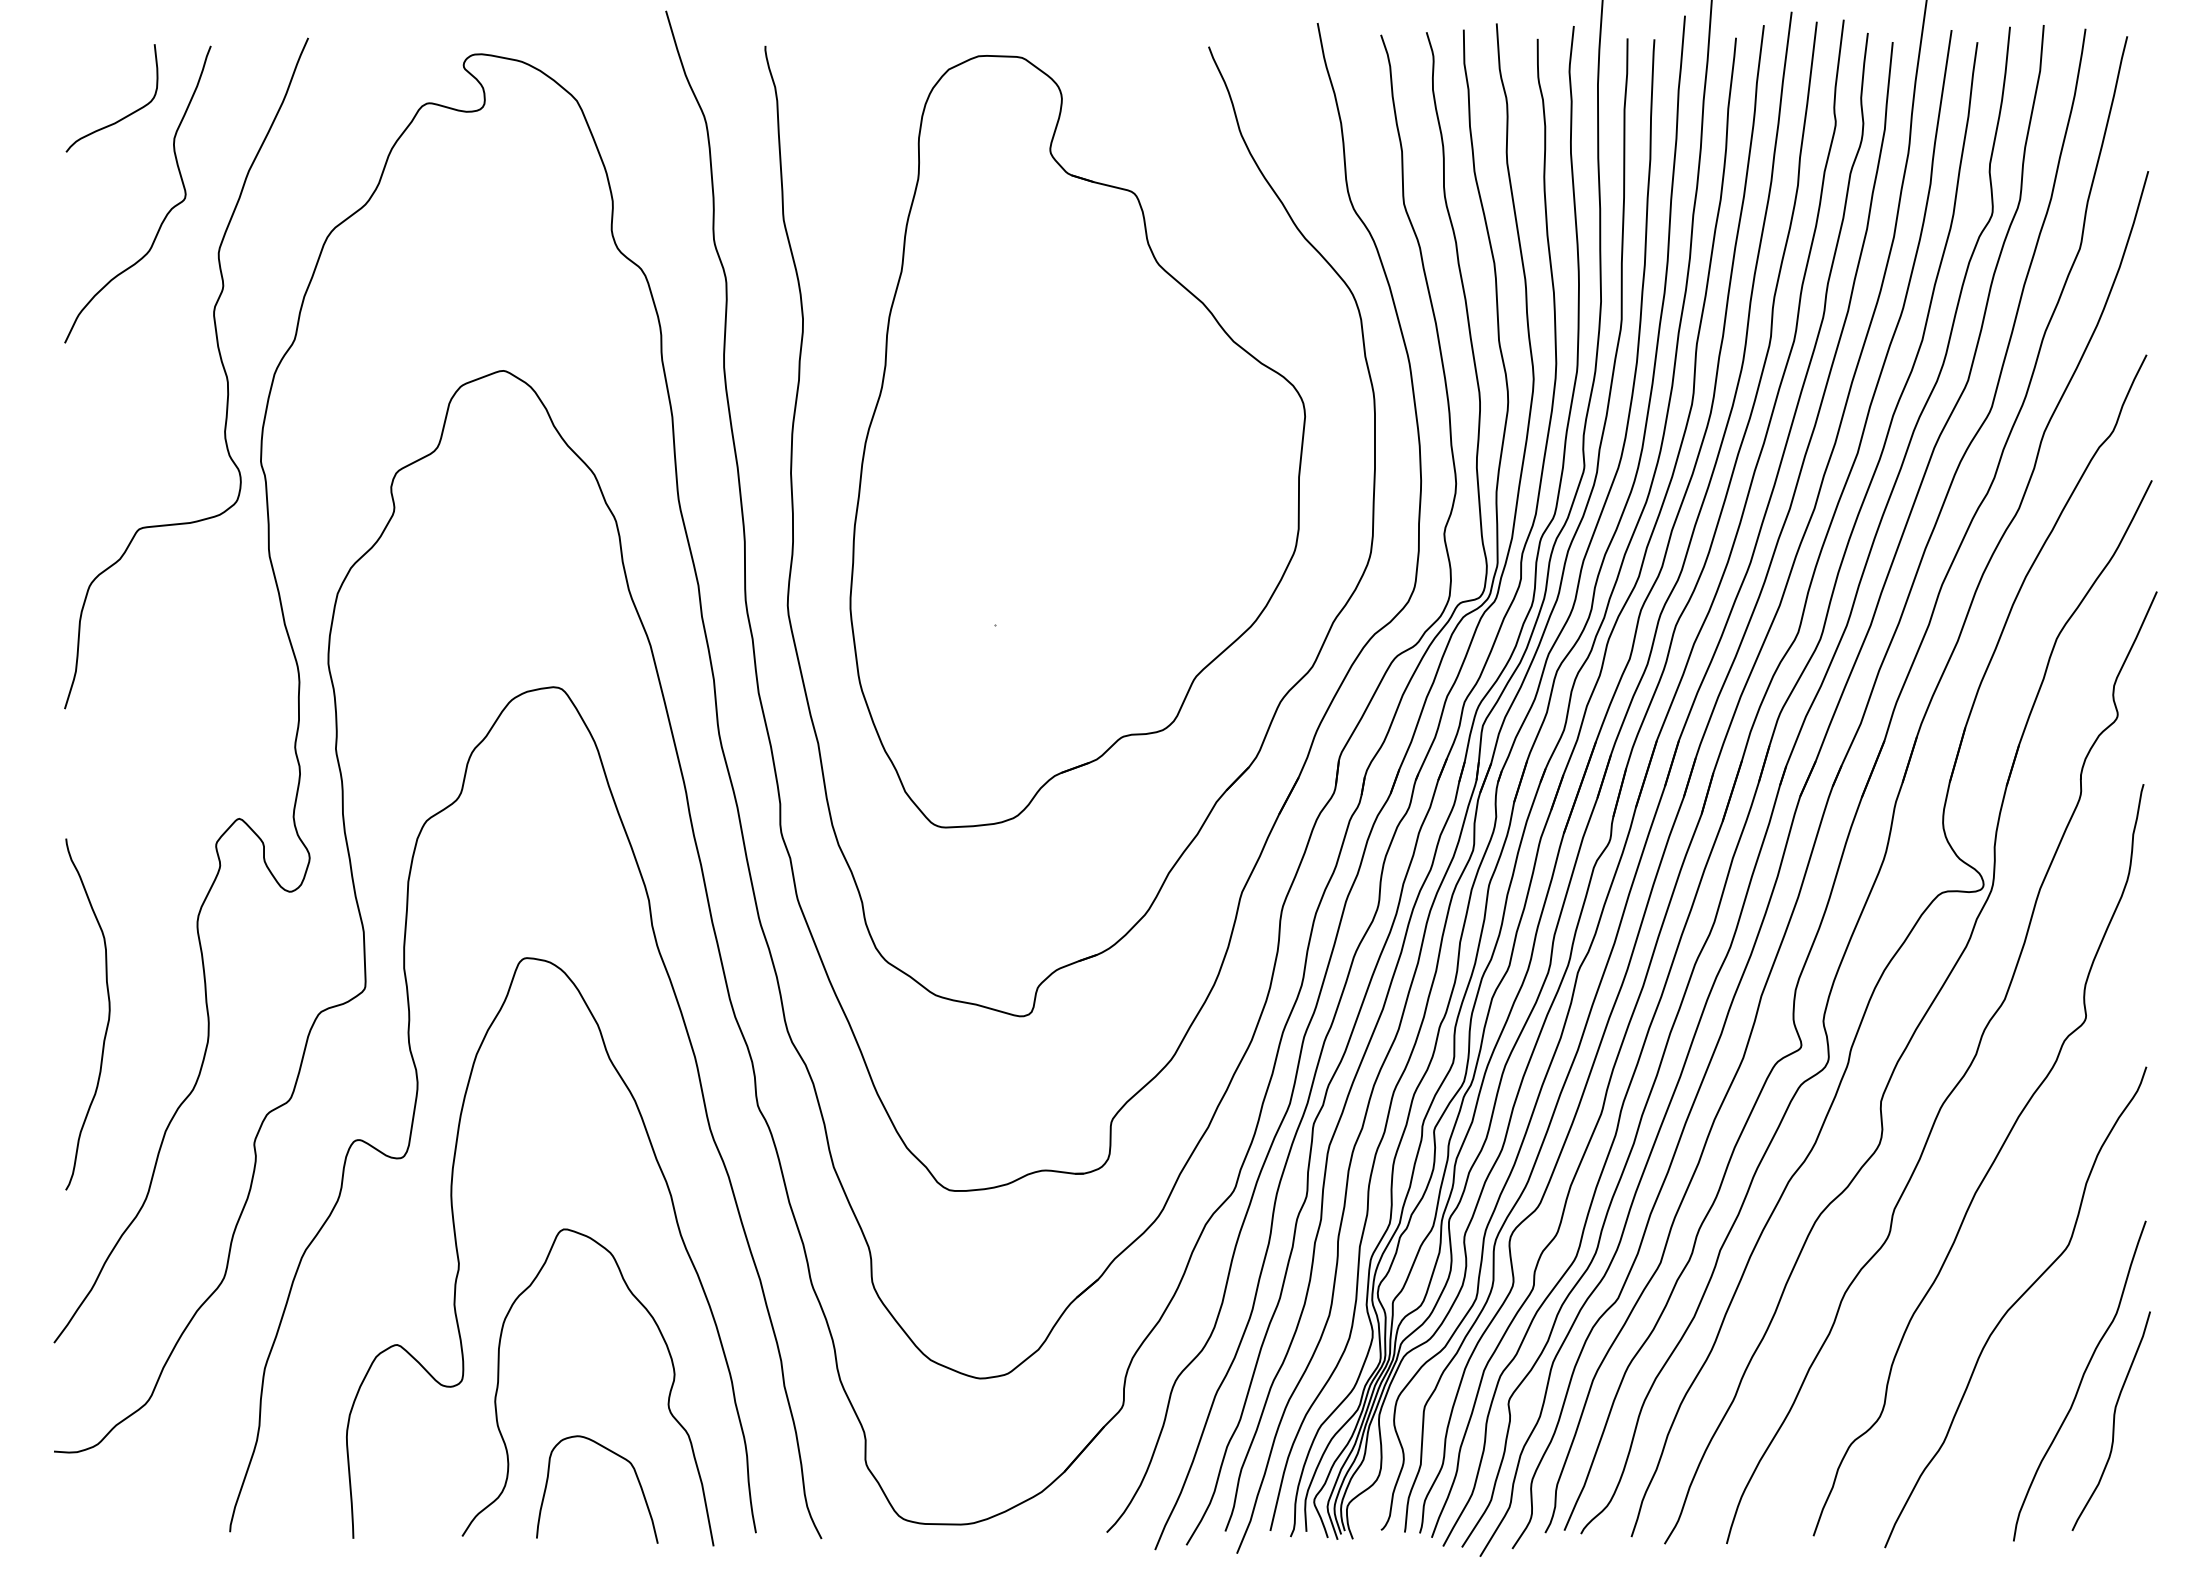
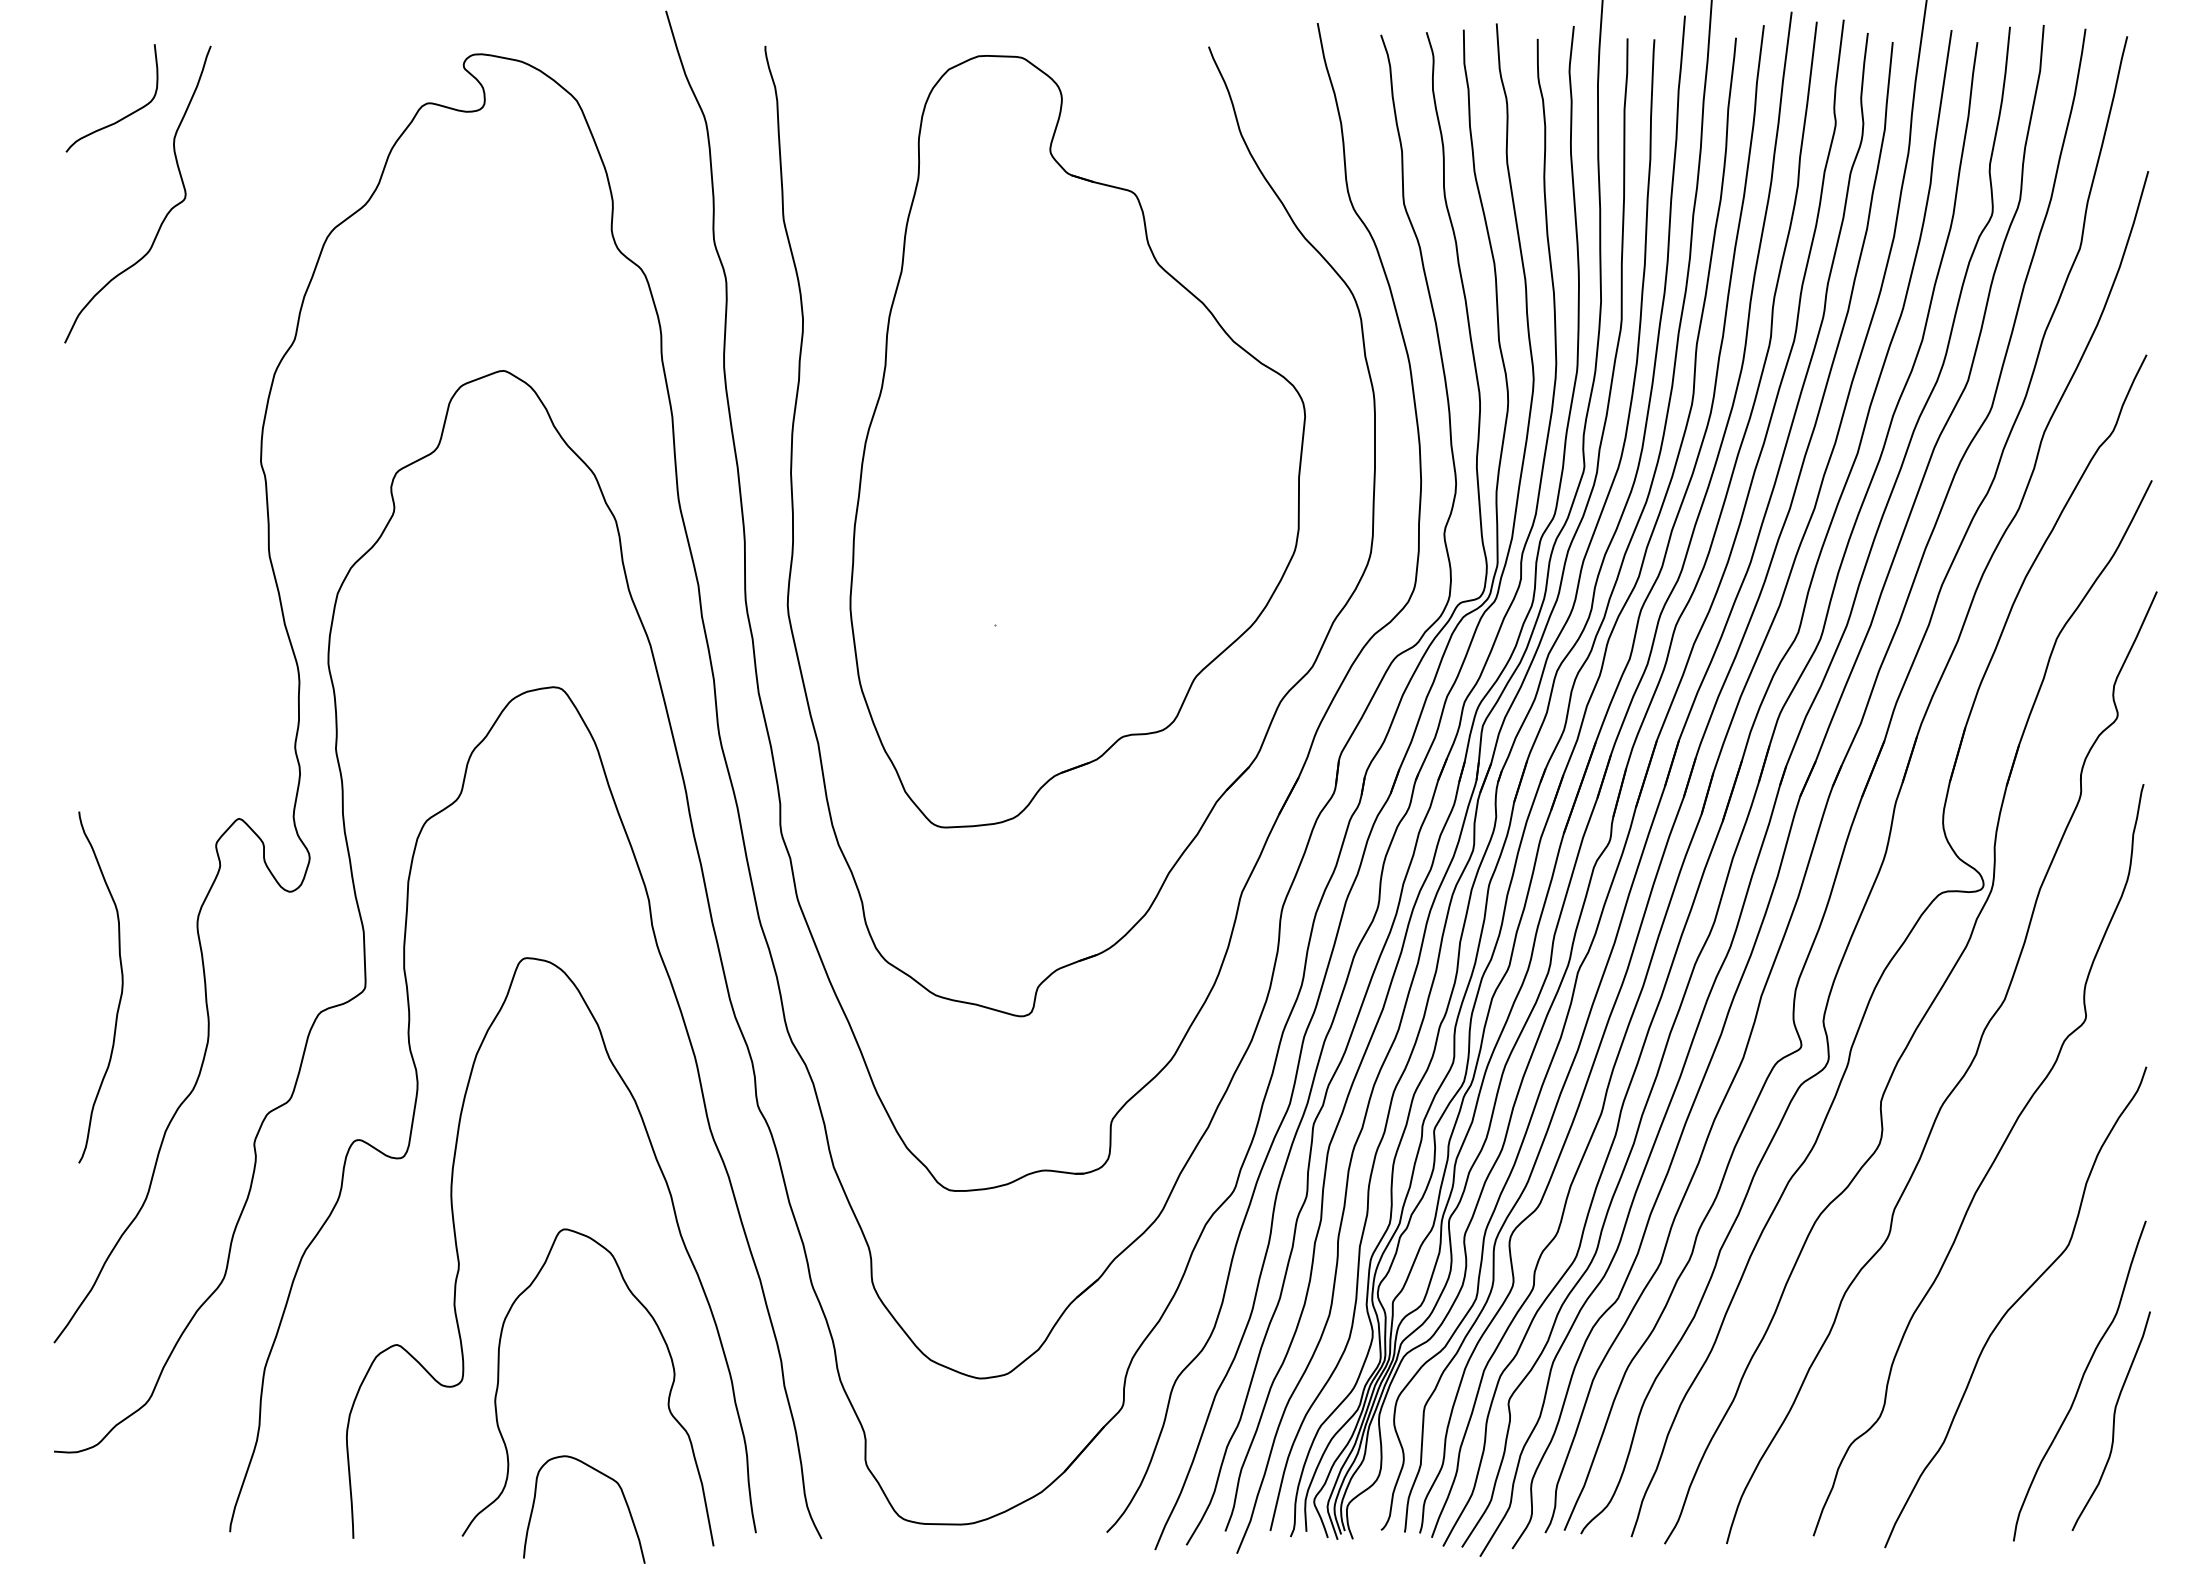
curve at (220, 361): present -> none
curve at (108, 1014) position: (108, 1014) -> (121, 987)
curve at (614, 1454) position: (614, 1454) -> (601, 1474)
